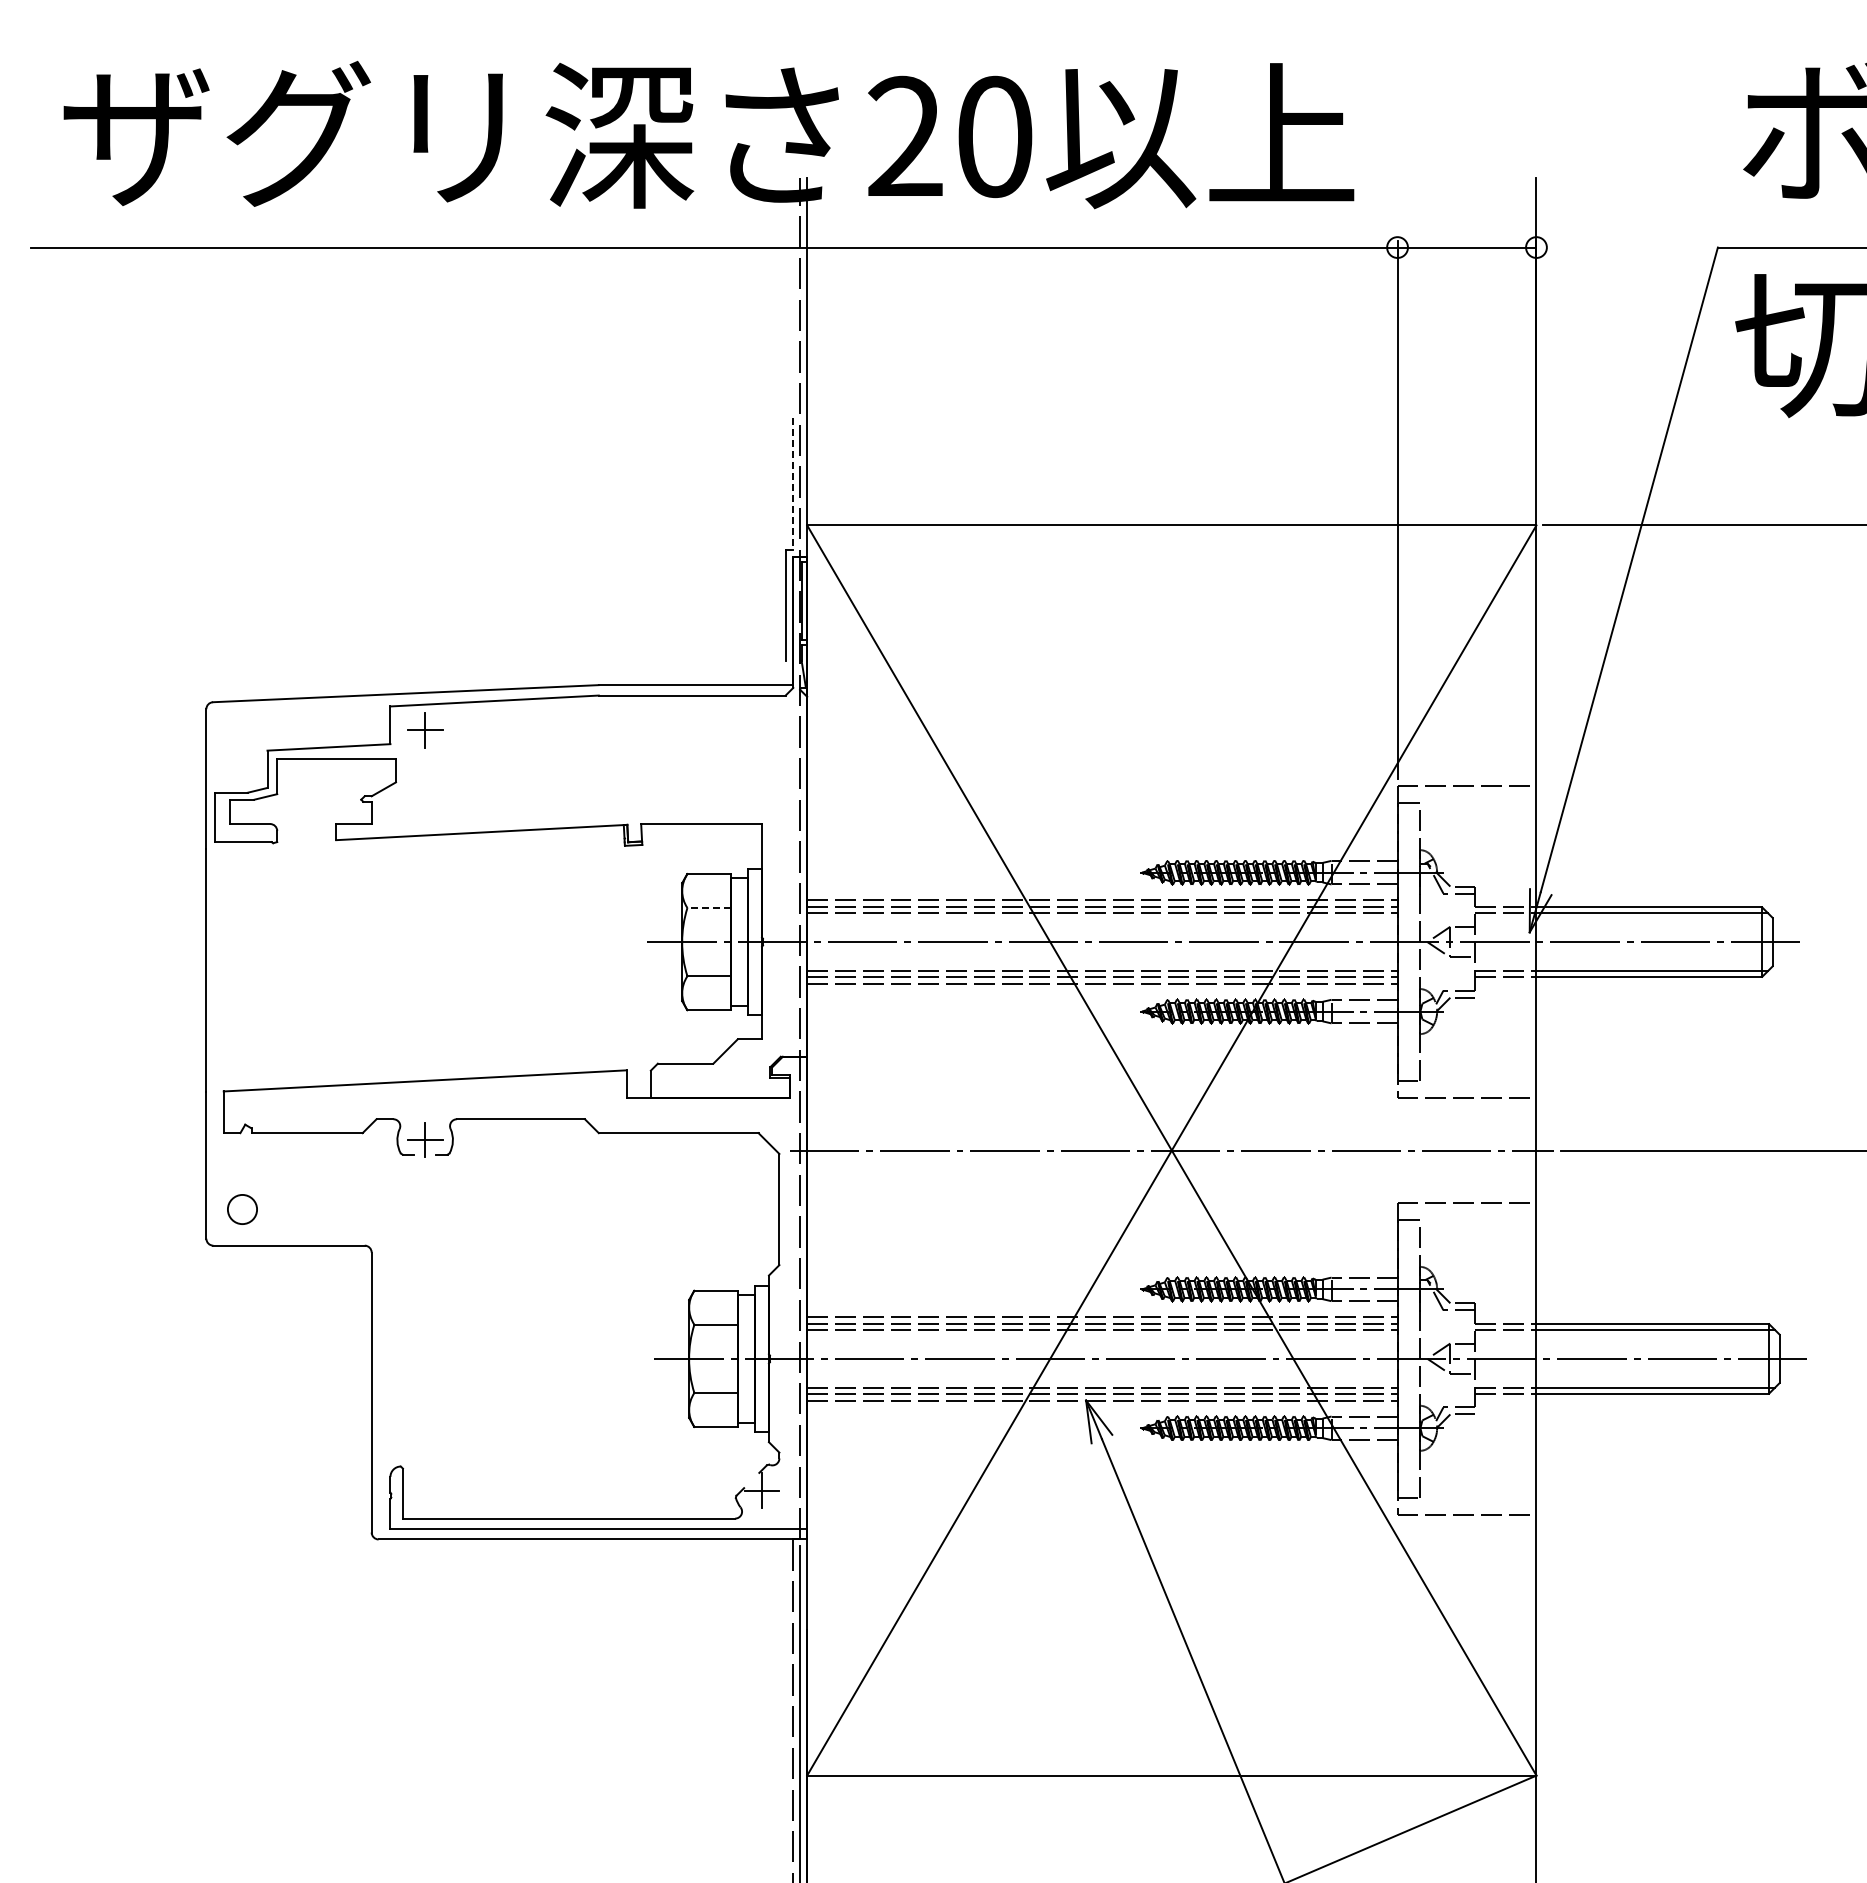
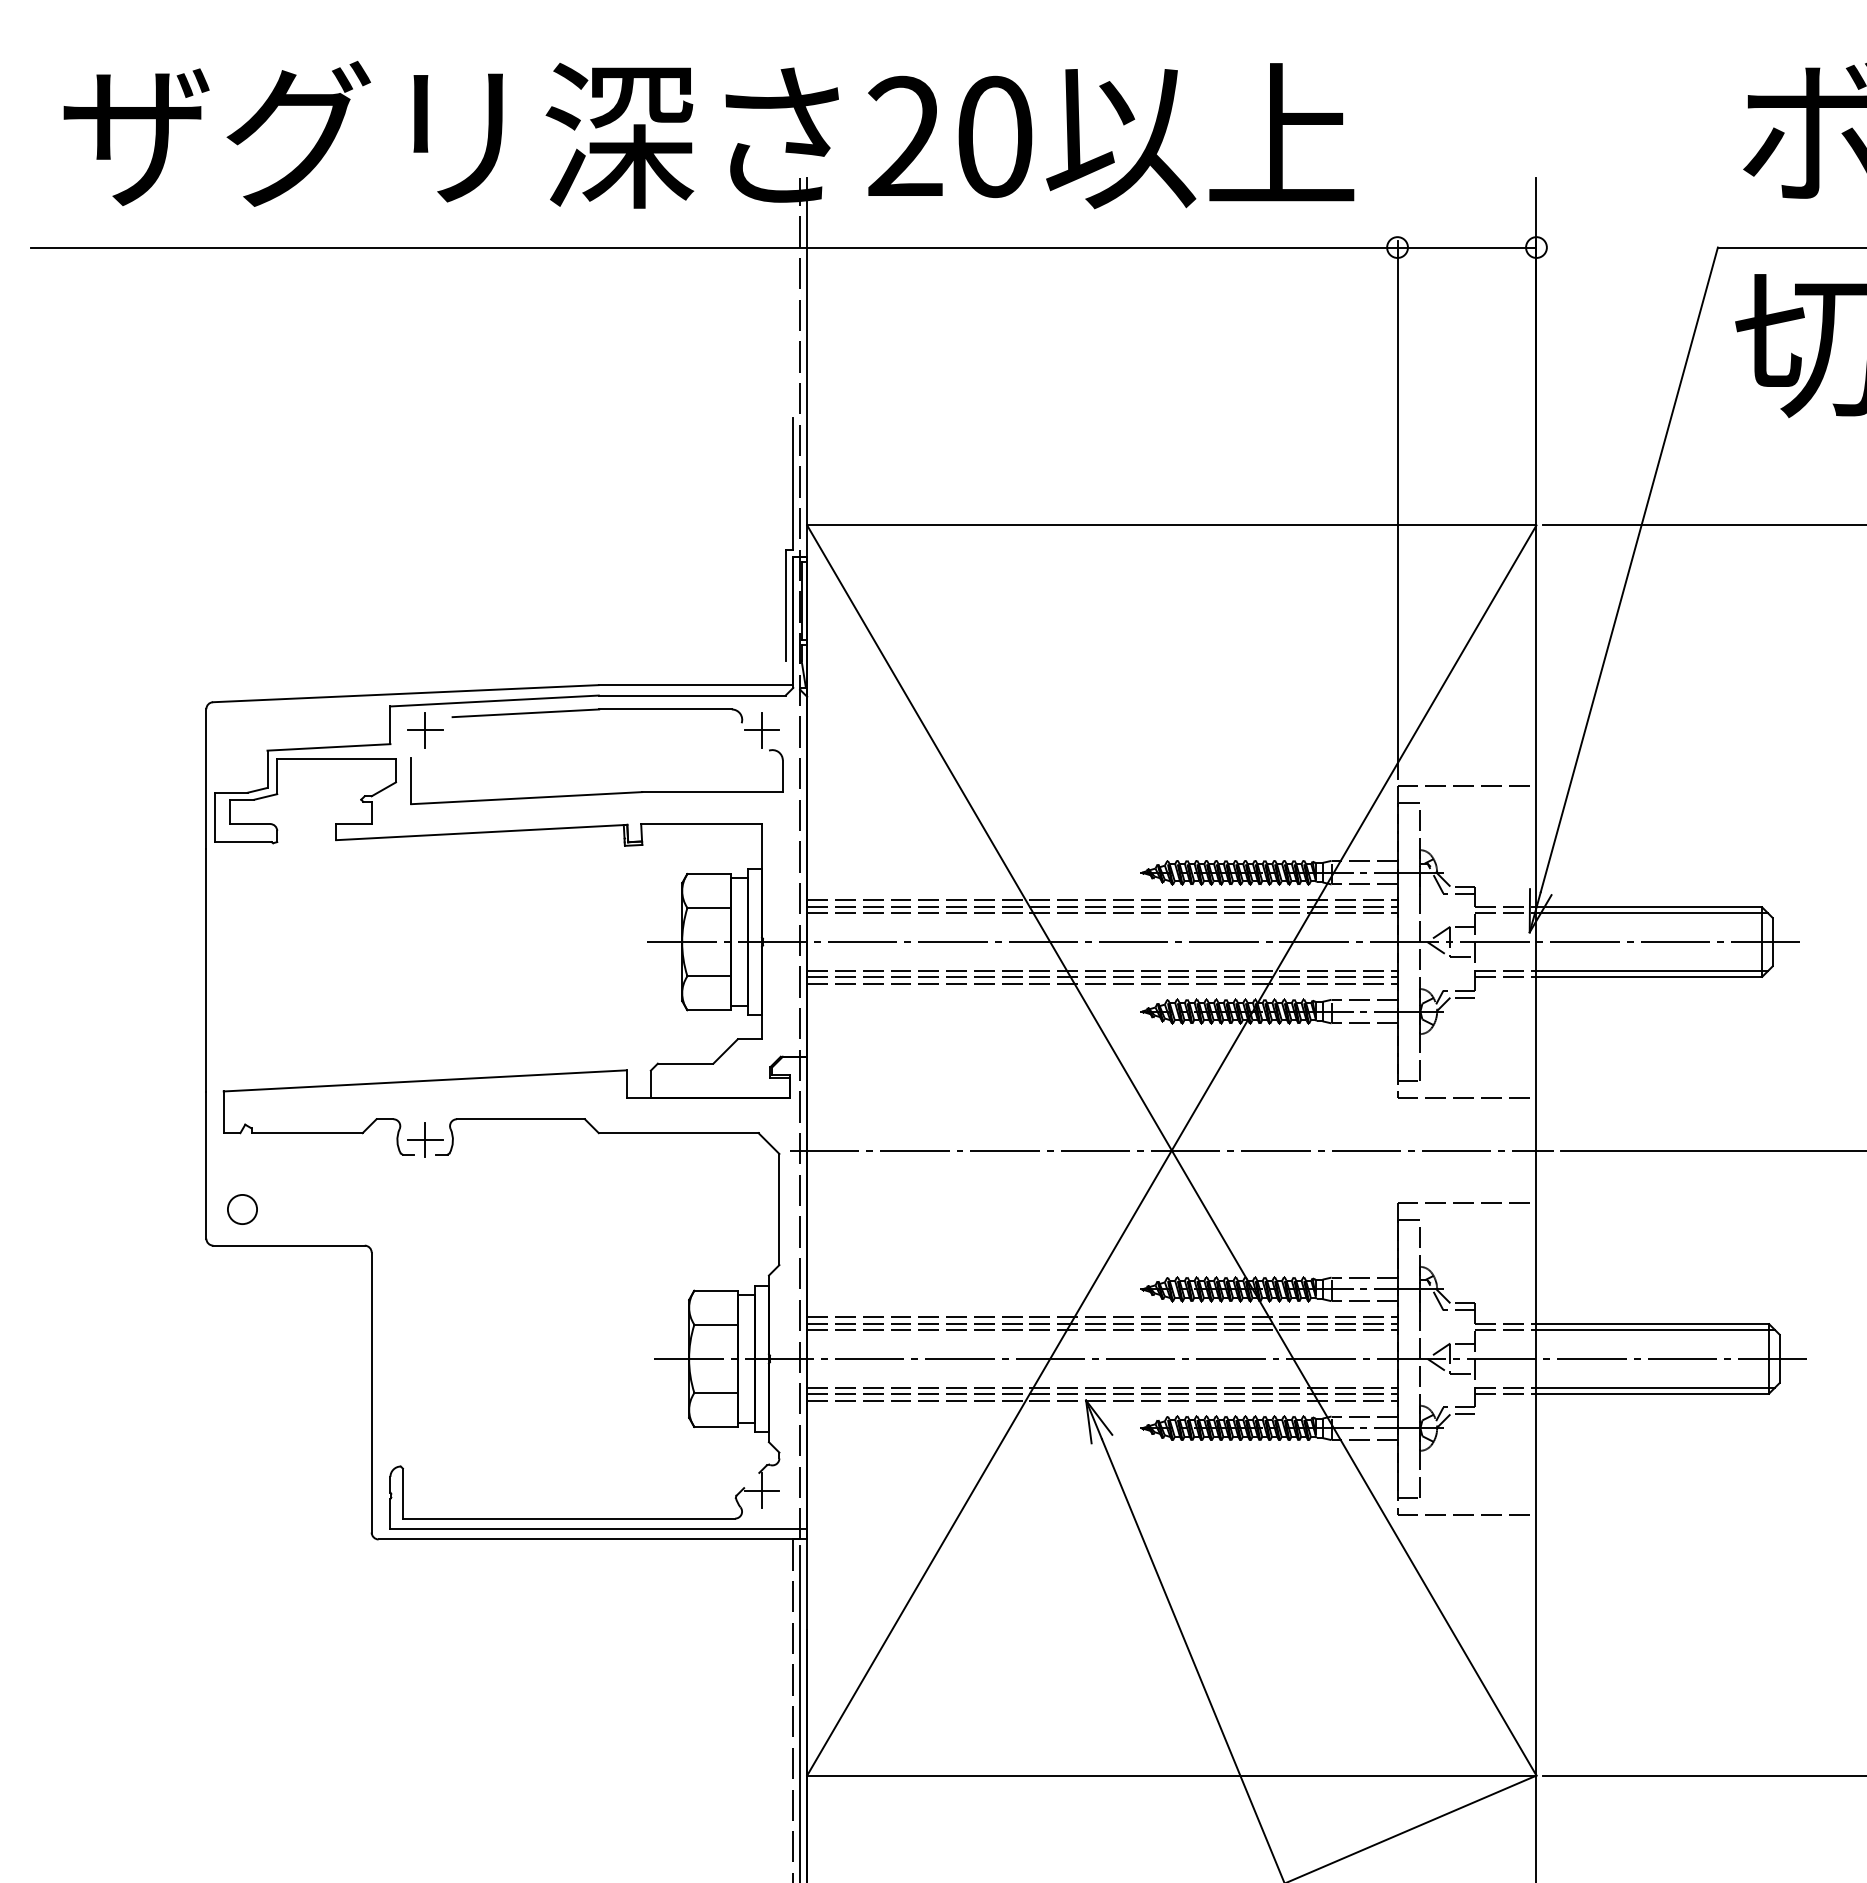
line at (793, 483): dashed -> solid
part at (596, 793): none -> present
line at (709, 908): dashed -> solid
line at (1703, 1775): none -> present
